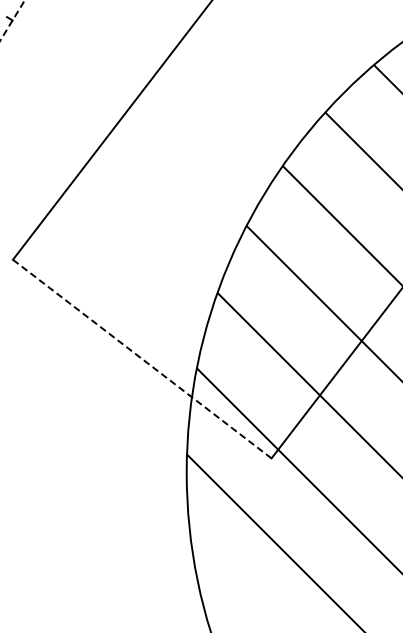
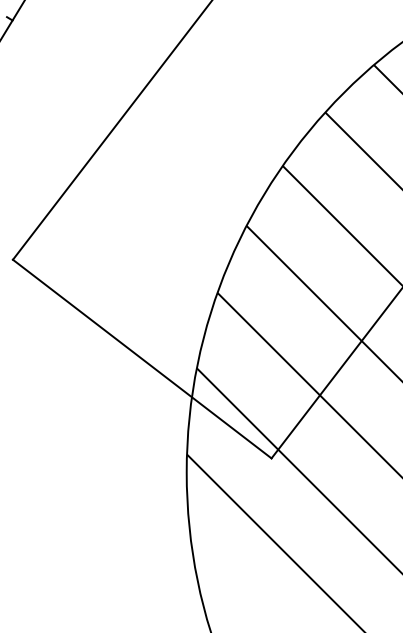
line at (12, 20): dashed -> solid
line at (141, 358): dashed -> solid
